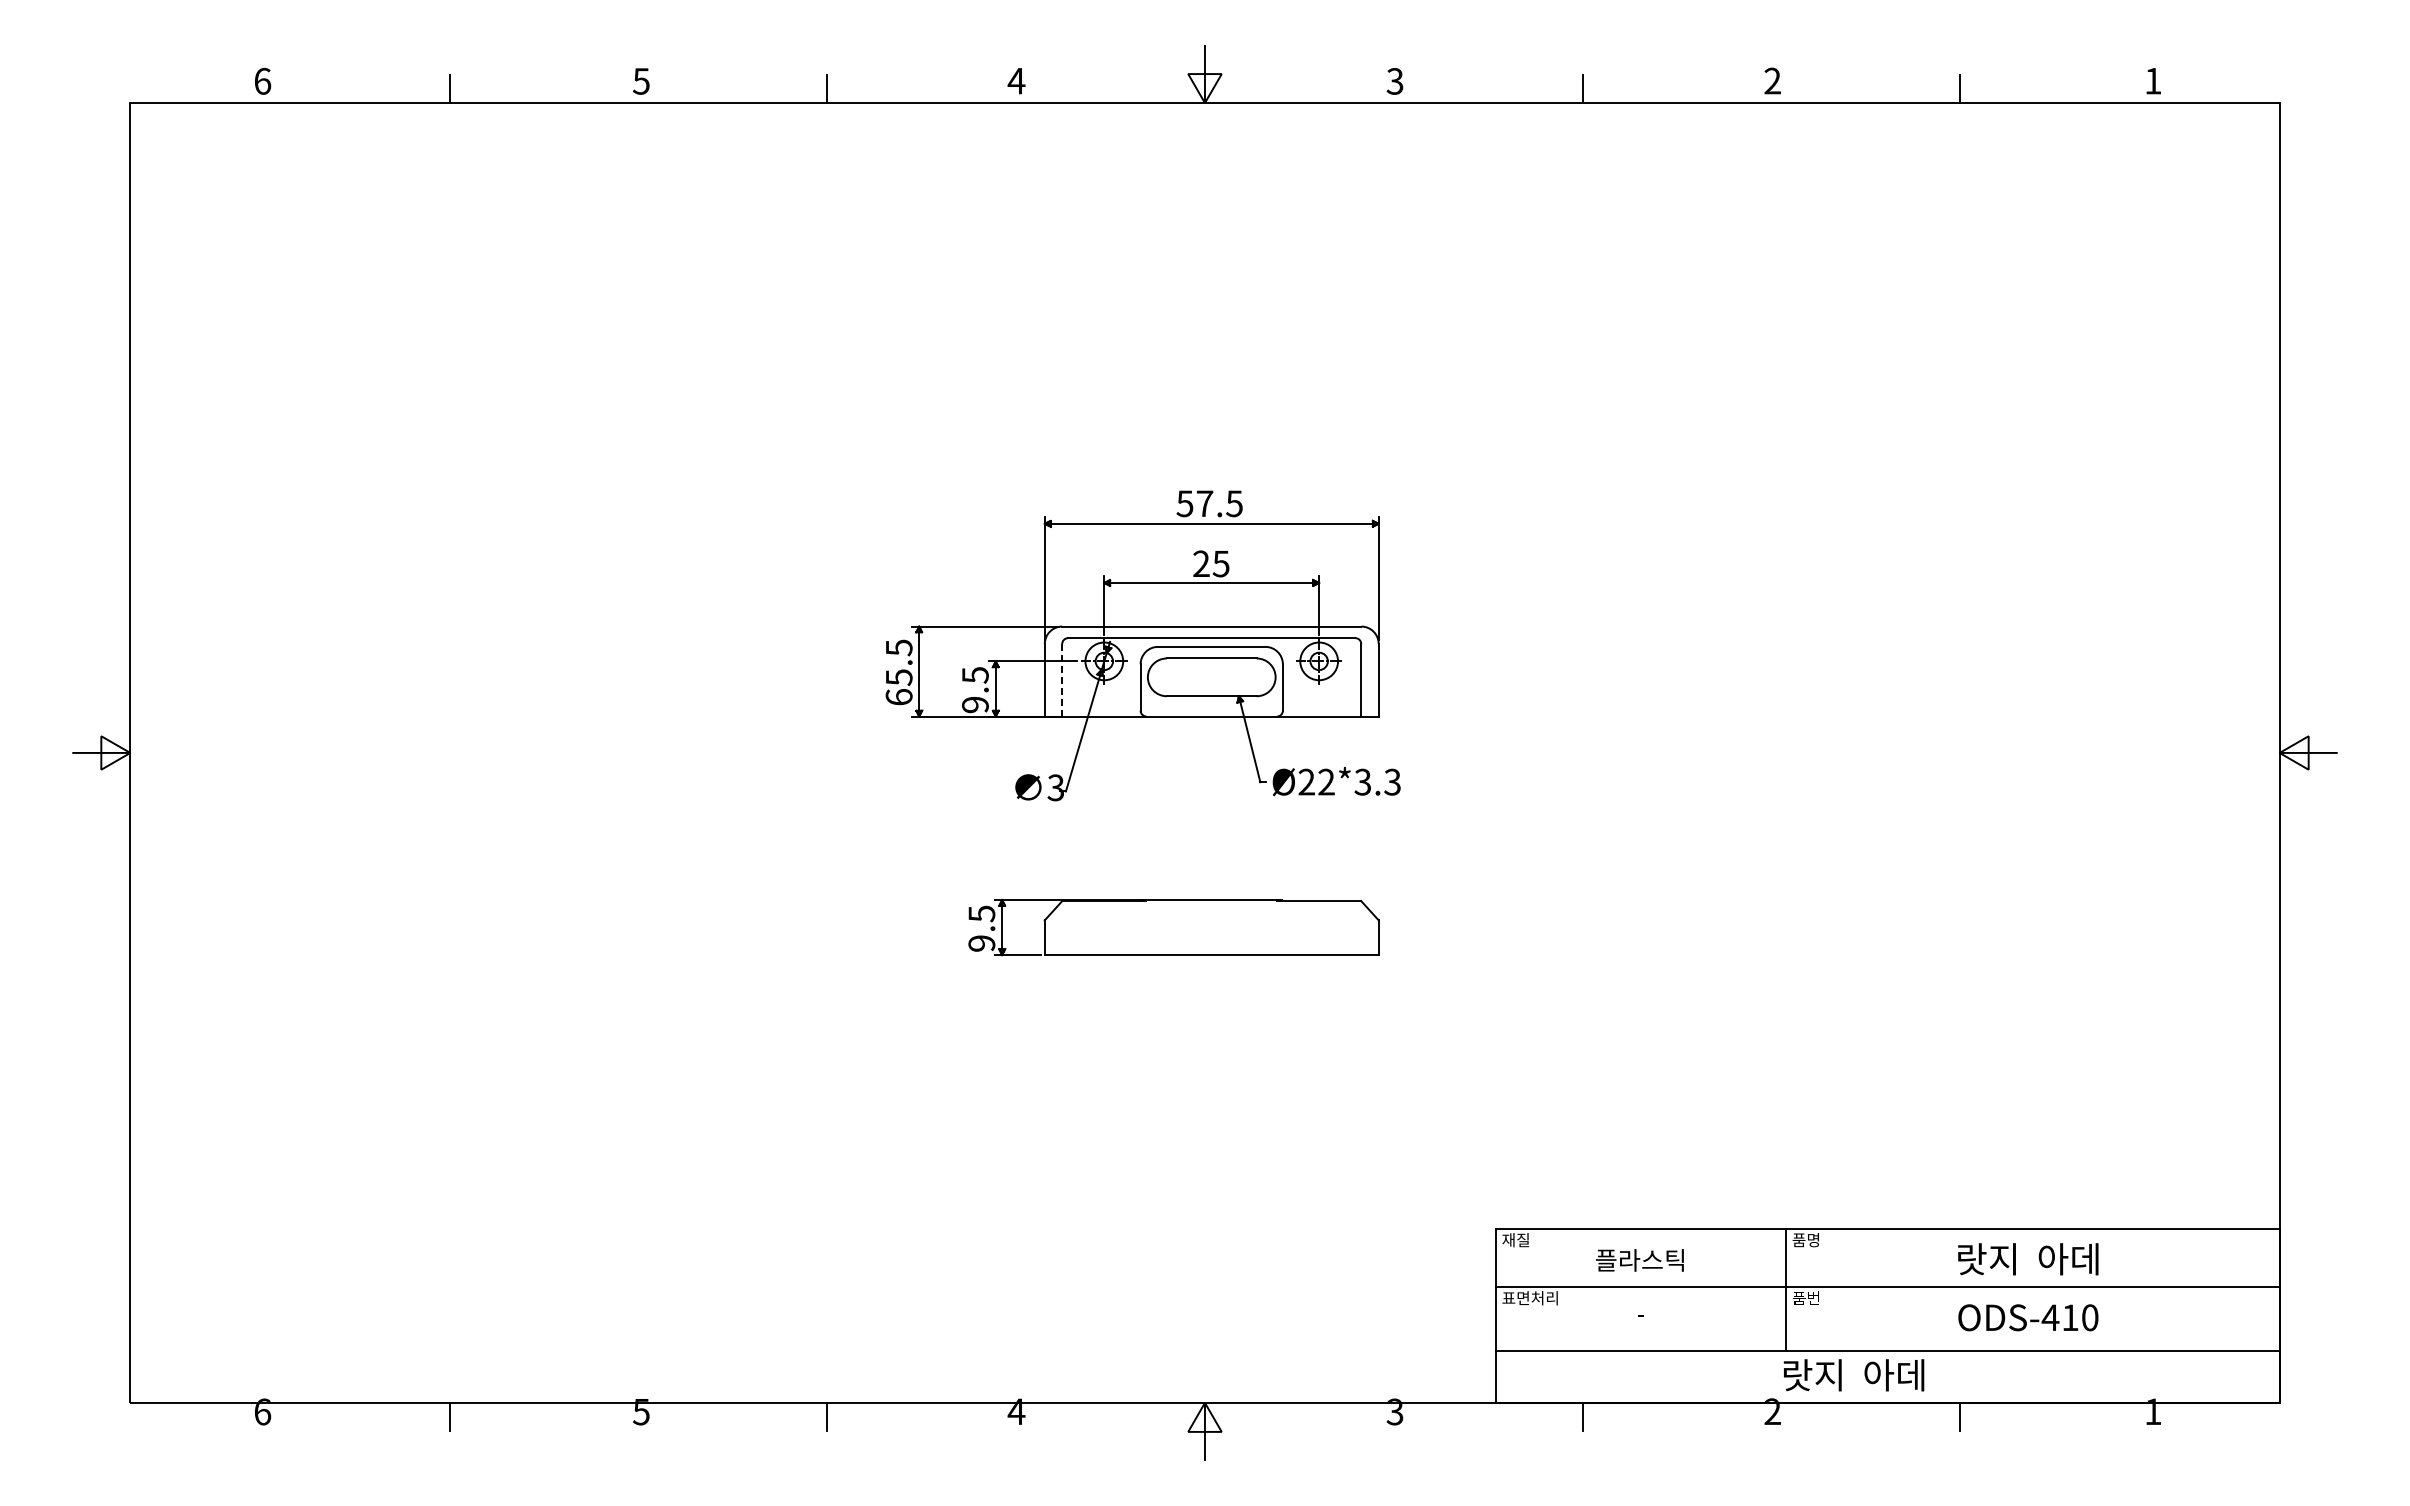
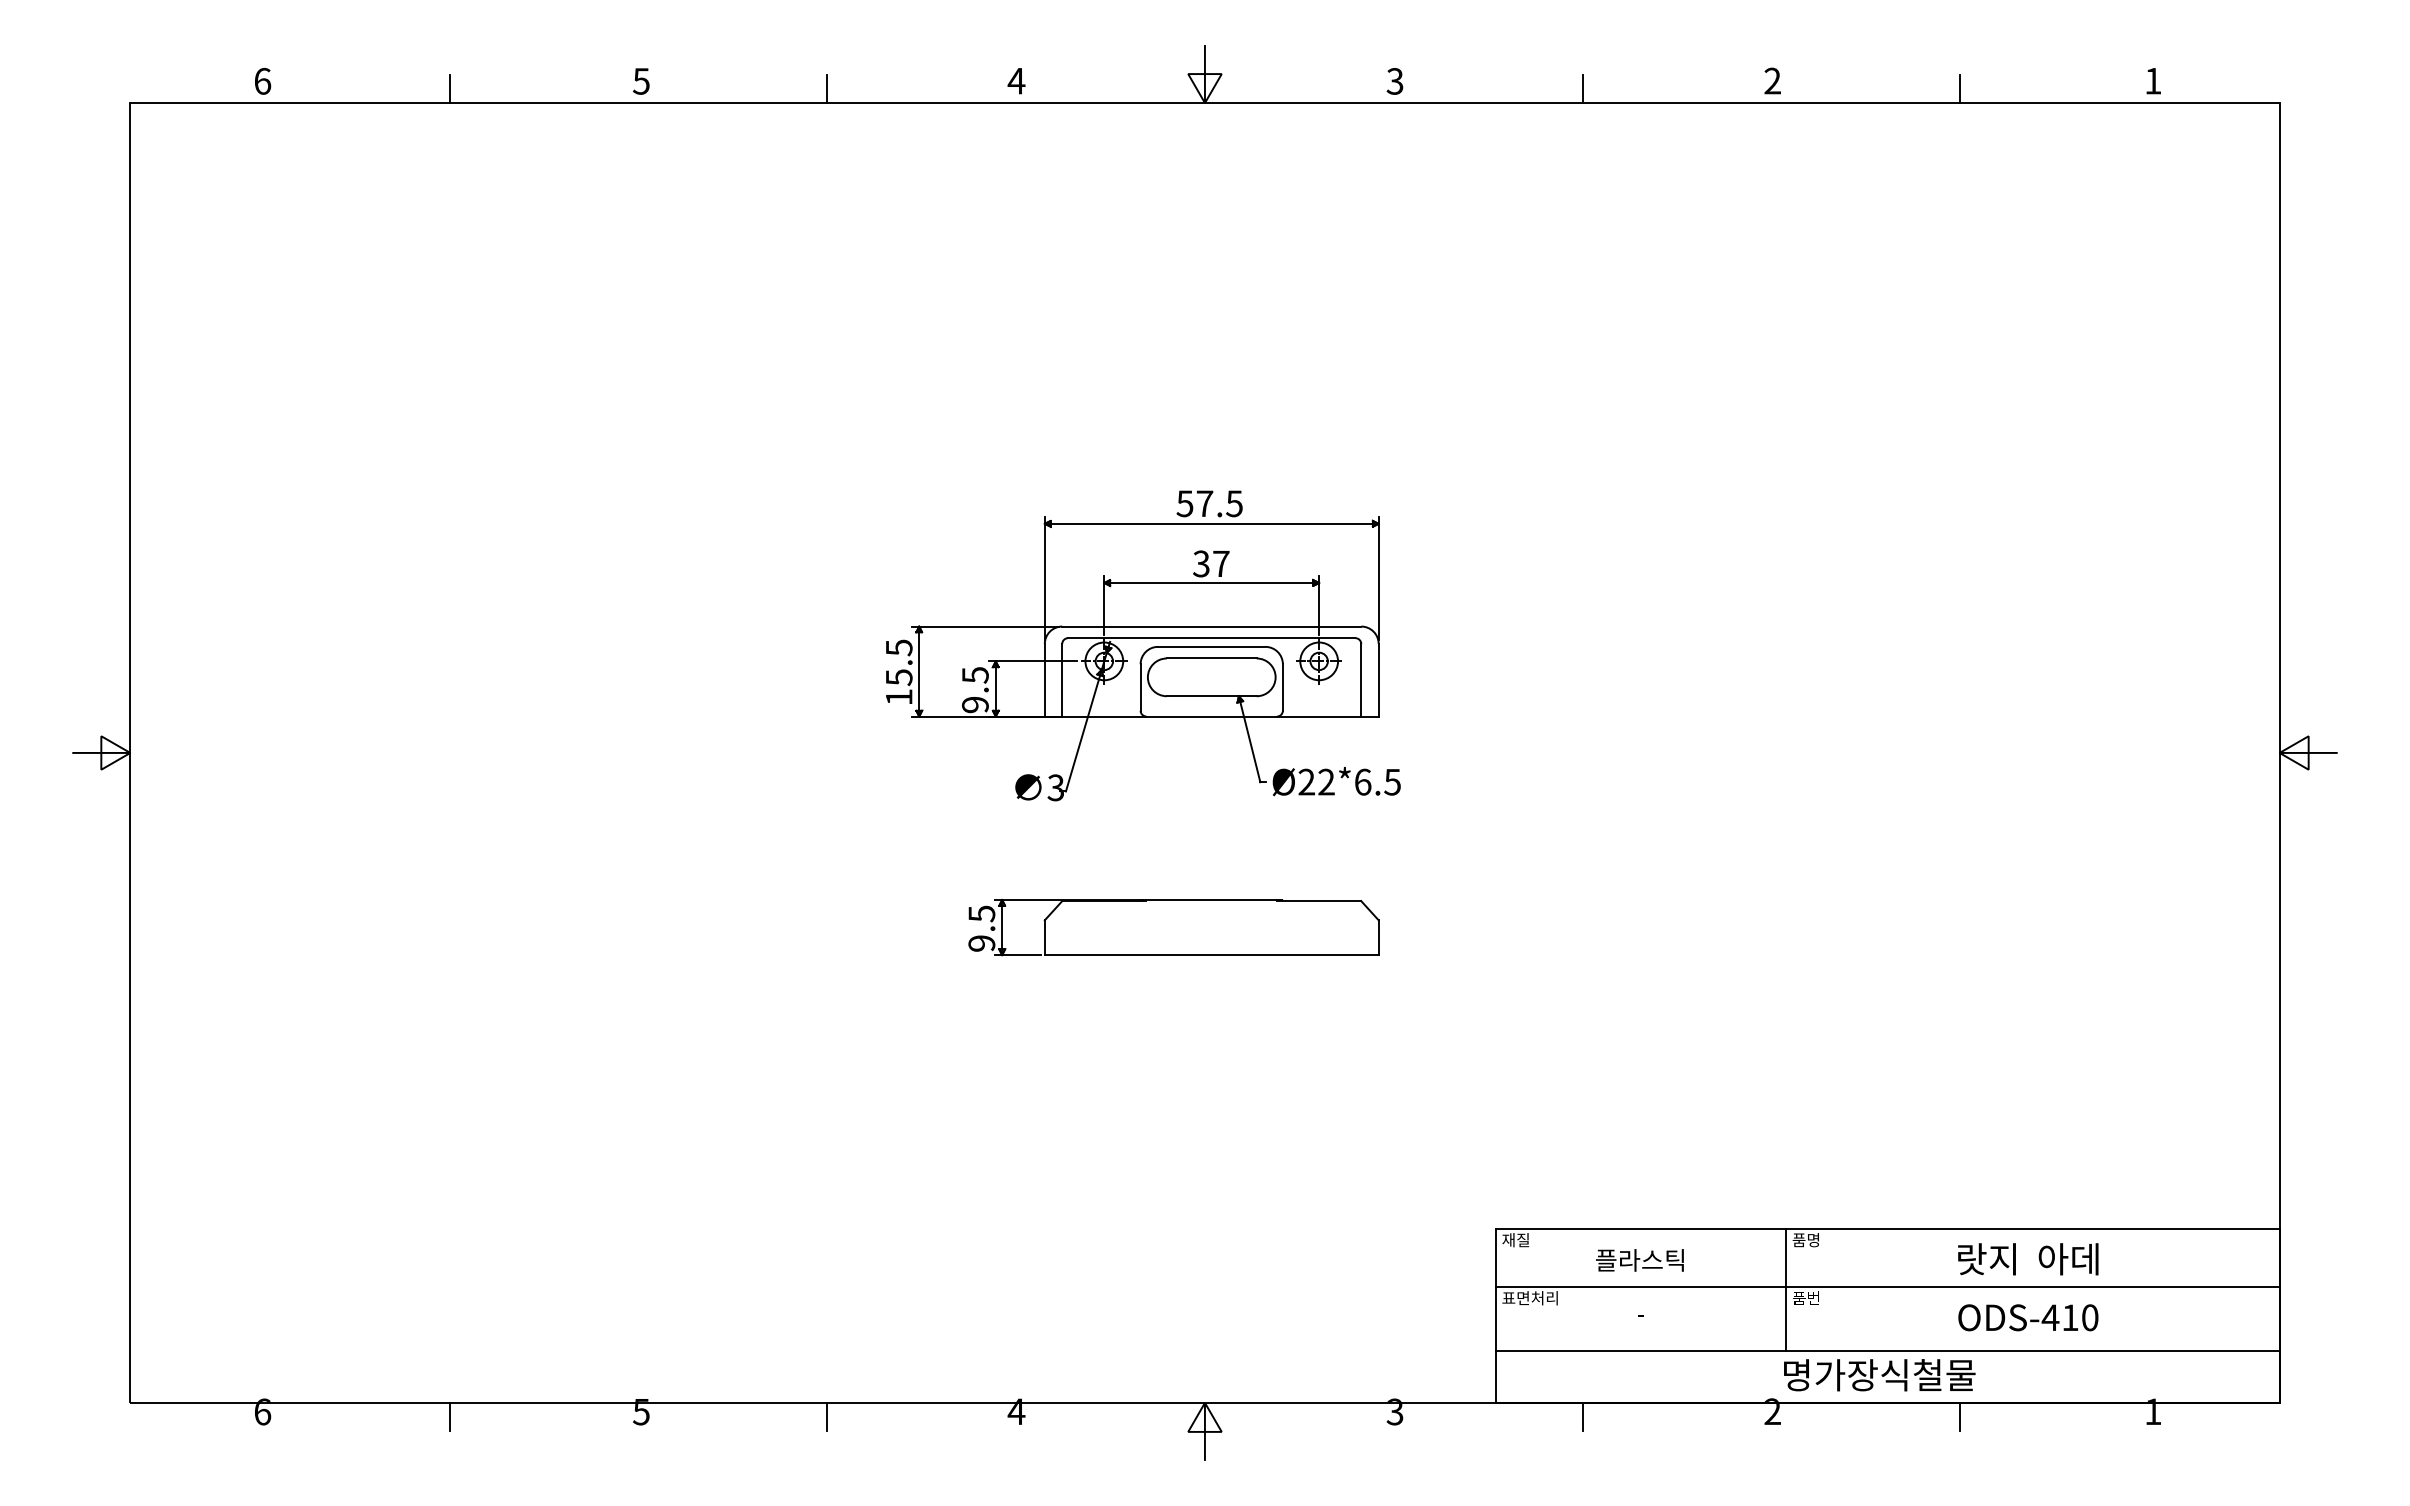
text at (1211, 563): 25 -> 37
line at (1062, 680): dashed -> solid
text at (898, 697): 65.5 -> 15.5
text at (1377, 781): Ø22*3.3 -> Ø22*6.5
text at (1879, 1375): 랏지  아데 -> 명가장식철물
